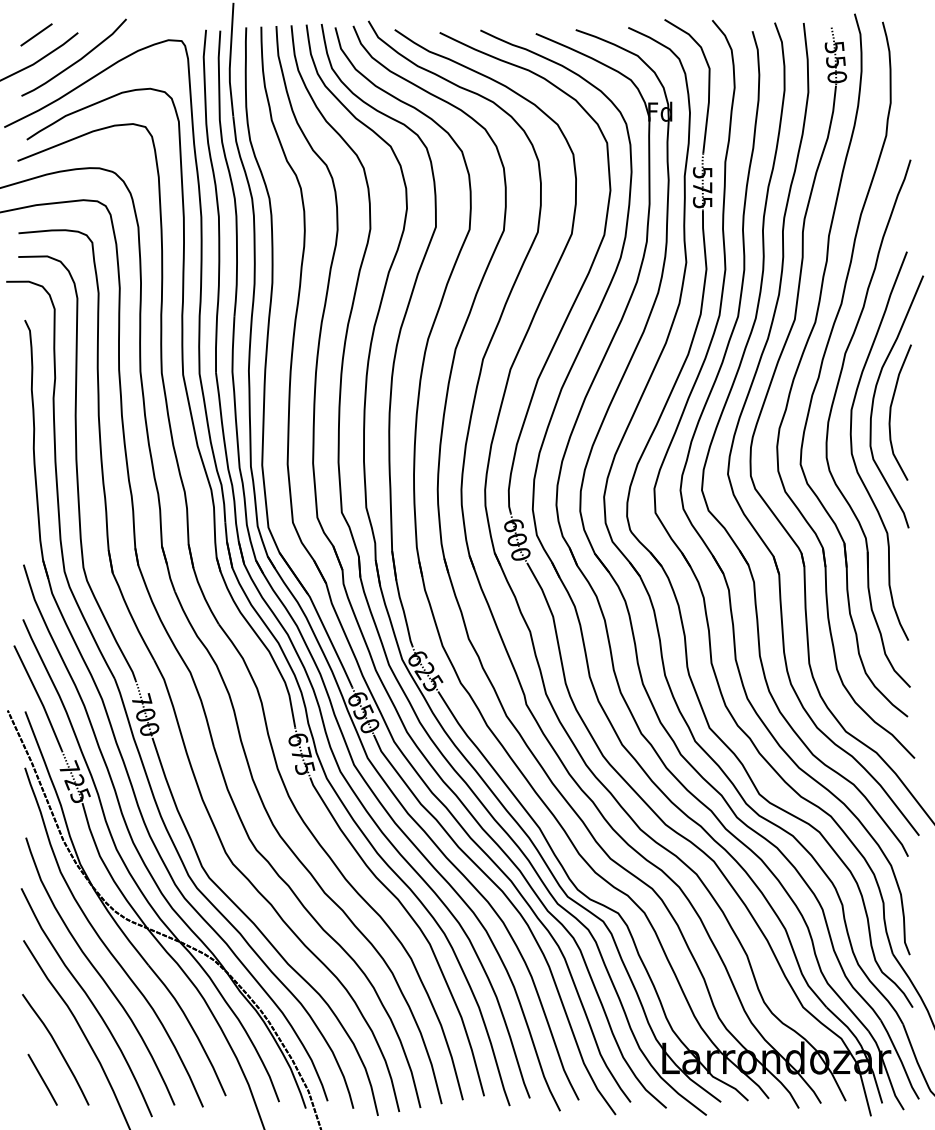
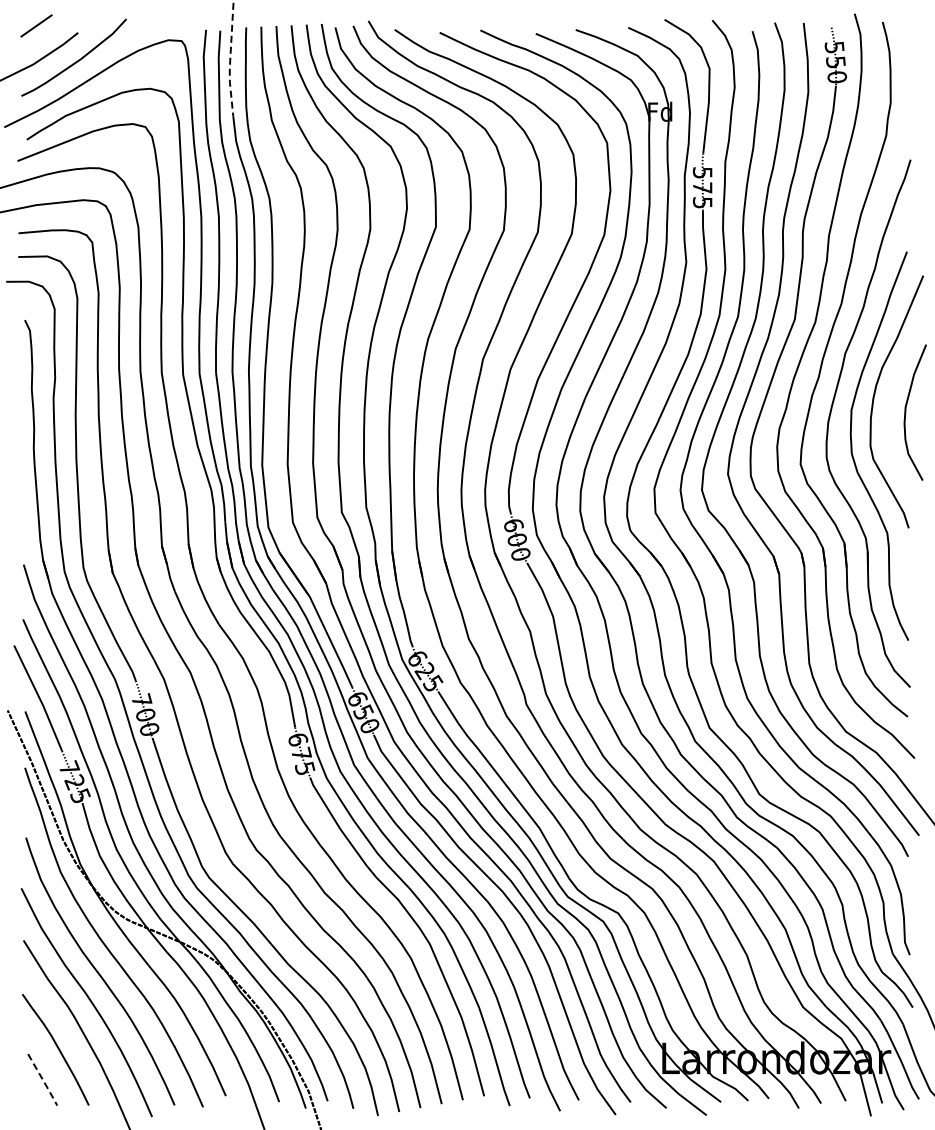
line at (36, 34) position: (36, 34) -> (36, 25)
line at (230, 61): solid -> dashed
curve at (891, 412) position: (891, 412) -> (906, 412)
line at (42, 1079): solid -> dashed
